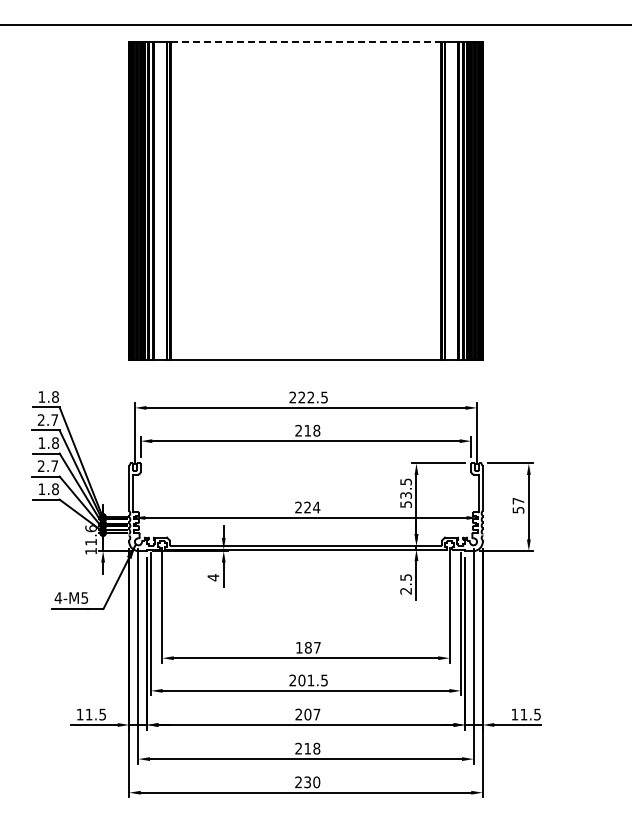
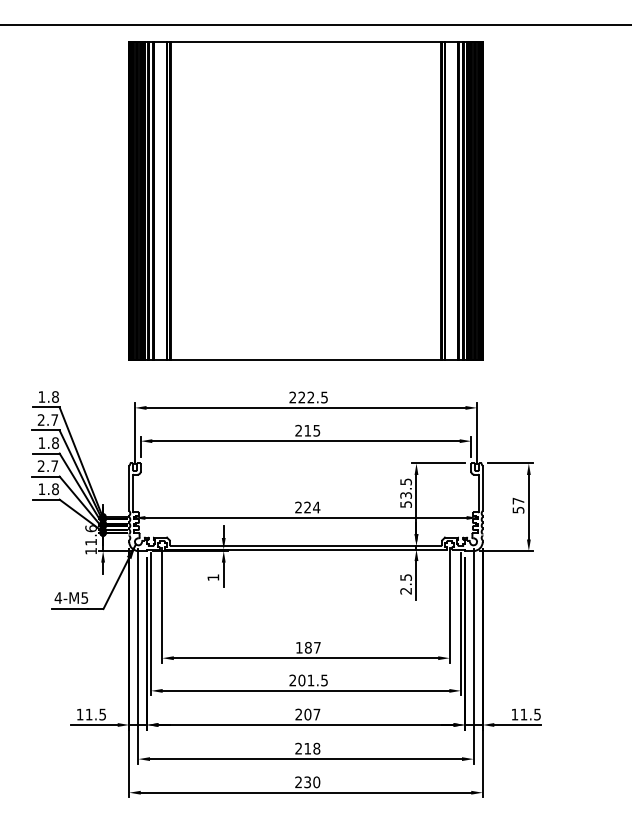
line at (306, 41): dashed -> solid
text at (316, 430): 218 -> 215
text at (213, 577): 4 -> 1
